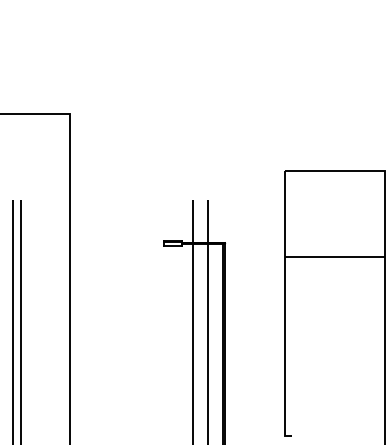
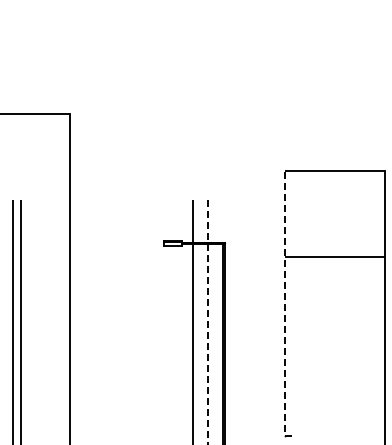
line at (284, 308): solid -> dashed
line at (207, 321): solid -> dashed
